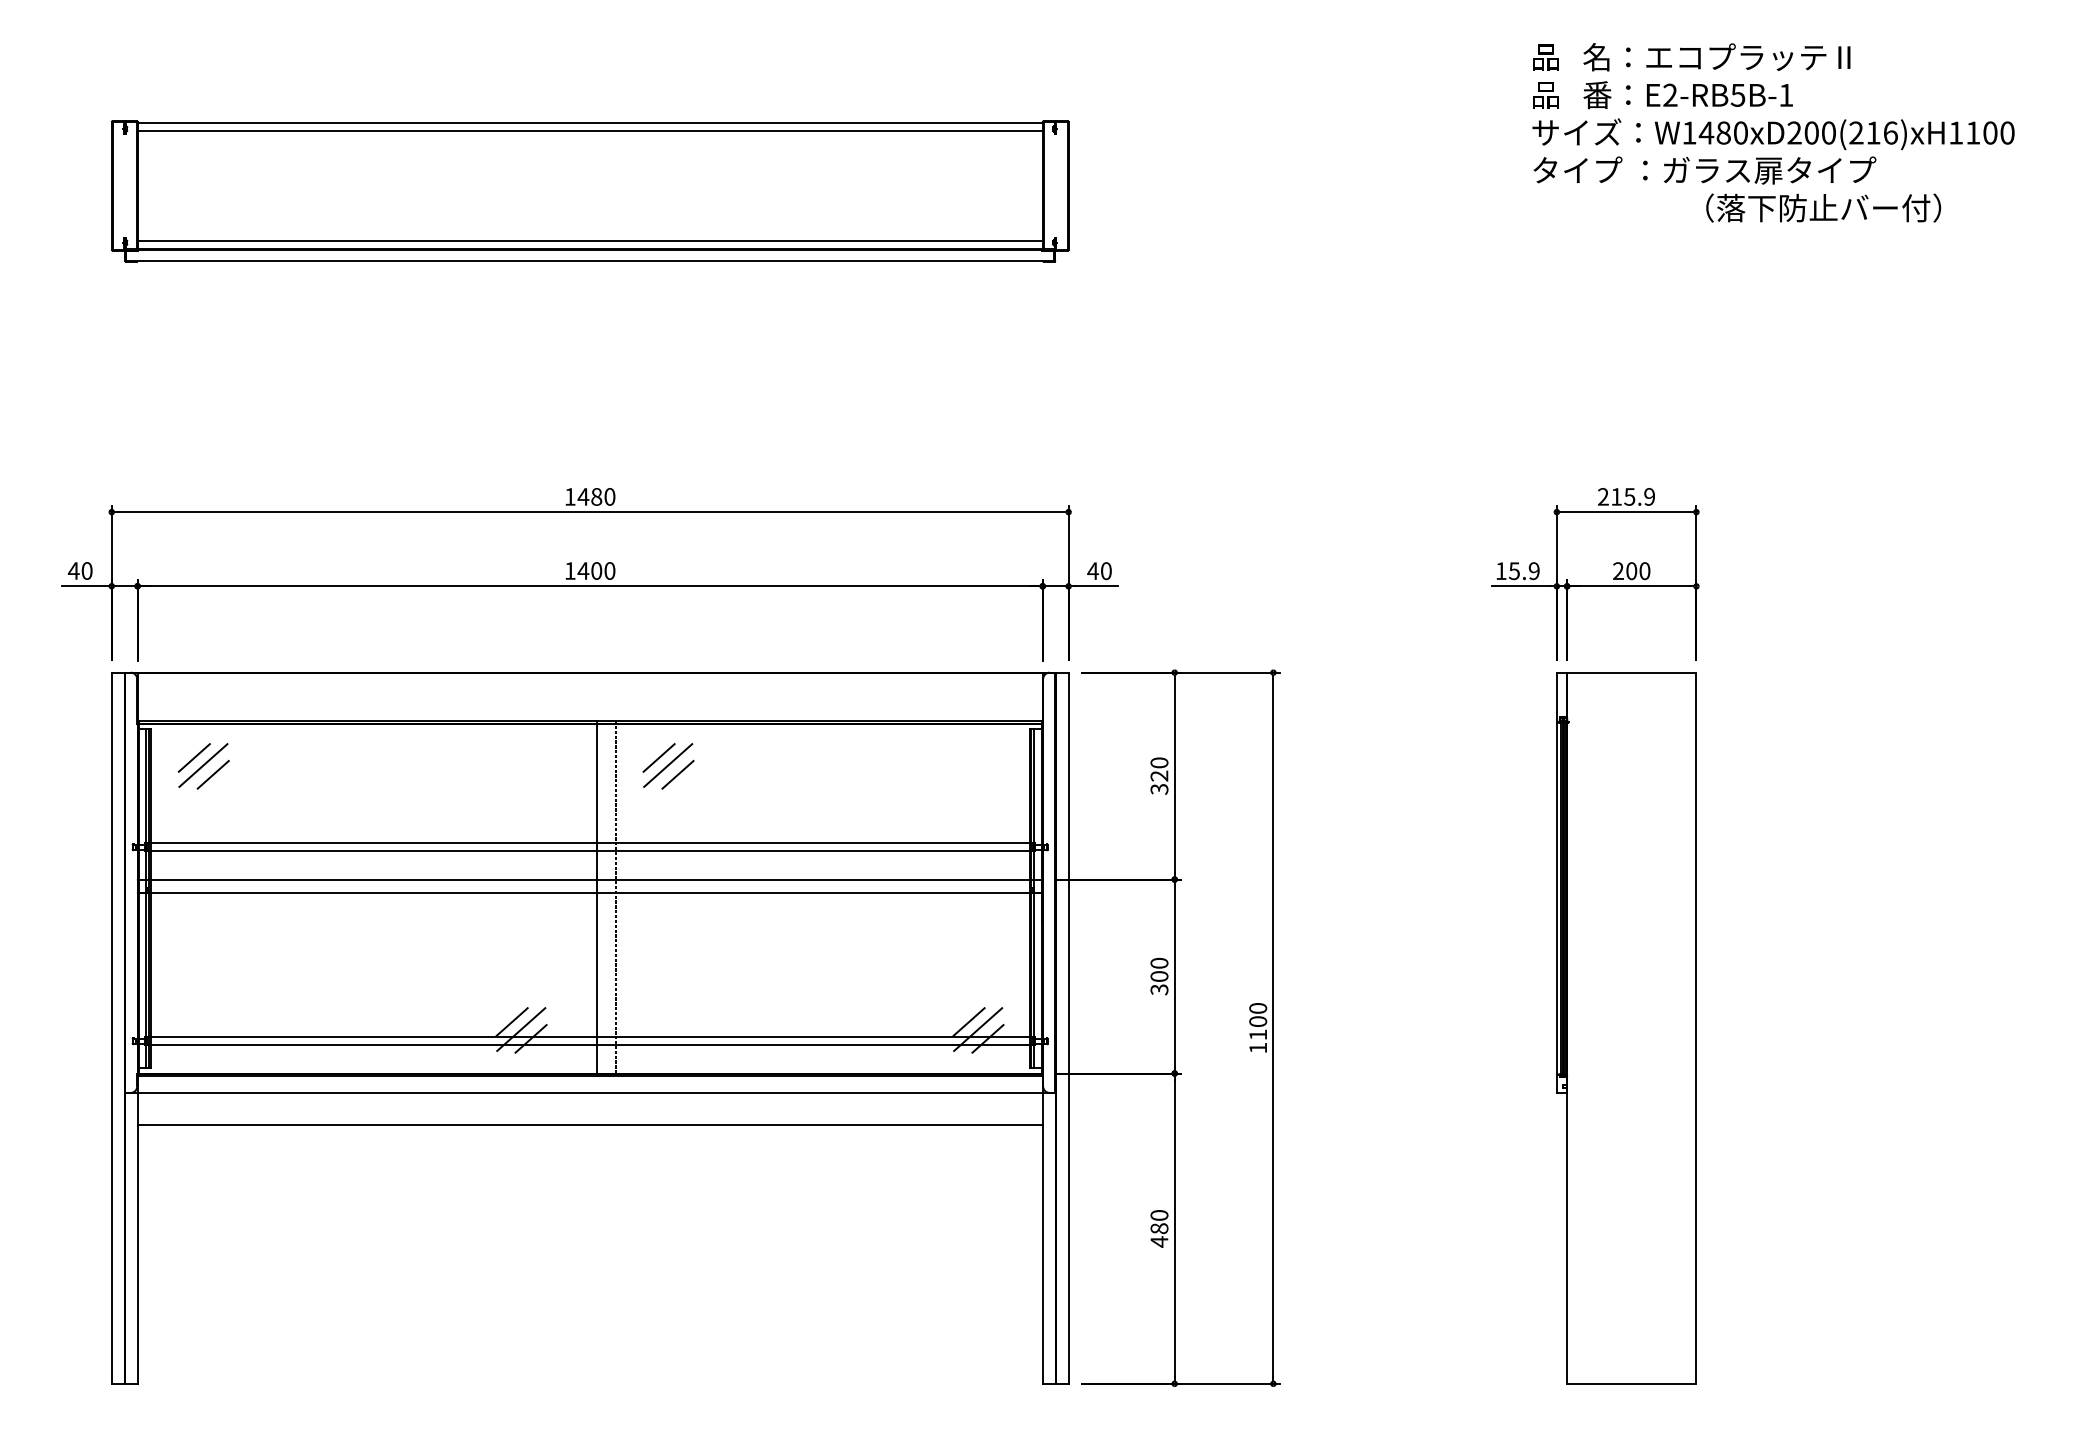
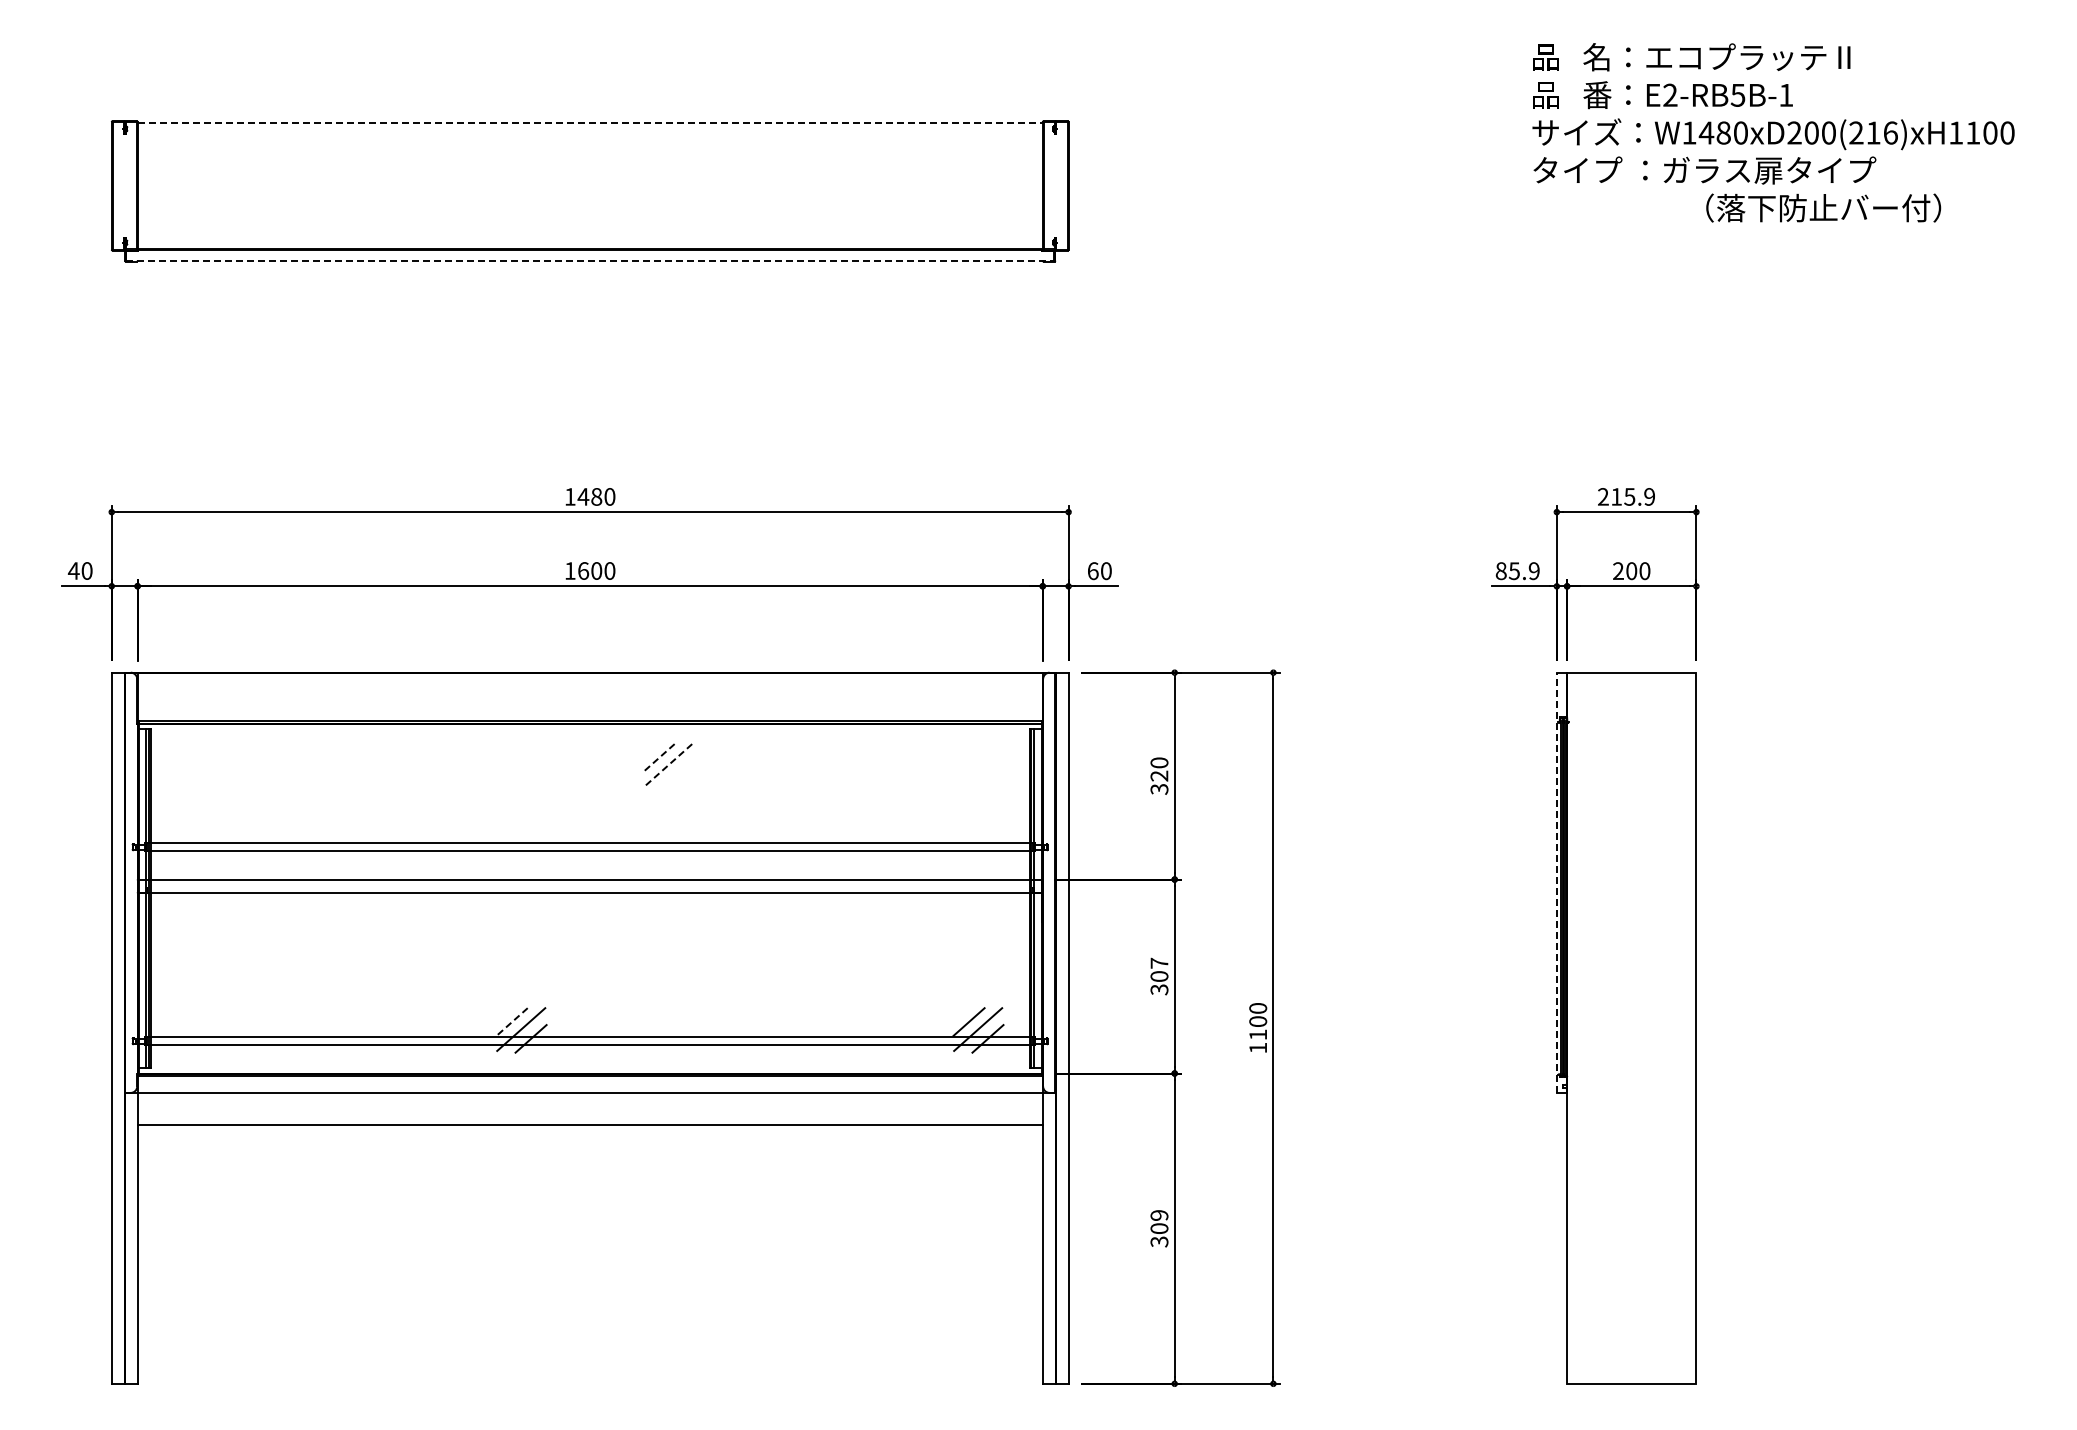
line at (590, 122): solid -> dashed
line at (589, 130): present -> none
line at (589, 241): present -> none
line at (590, 260): solid -> dashed
text at (583, 570): 1400 -> 1600
text at (1093, 571): 40 -> 60
text at (1500, 571): 15.9 -> 85.9
line at (193, 757): present -> none
line at (659, 757): solid -> dashed
line at (203, 765): present -> none
line at (667, 765): solid -> dashed
line at (212, 774): present -> none
line at (677, 774): present -> none
line at (1556, 882): solid -> dashed
line at (596, 898): present -> none
line at (615, 898): present -> none
text at (1159, 962): 300 -> 307
line at (512, 1022): solid -> dashed
text at (1159, 1228): 480 -> 309
